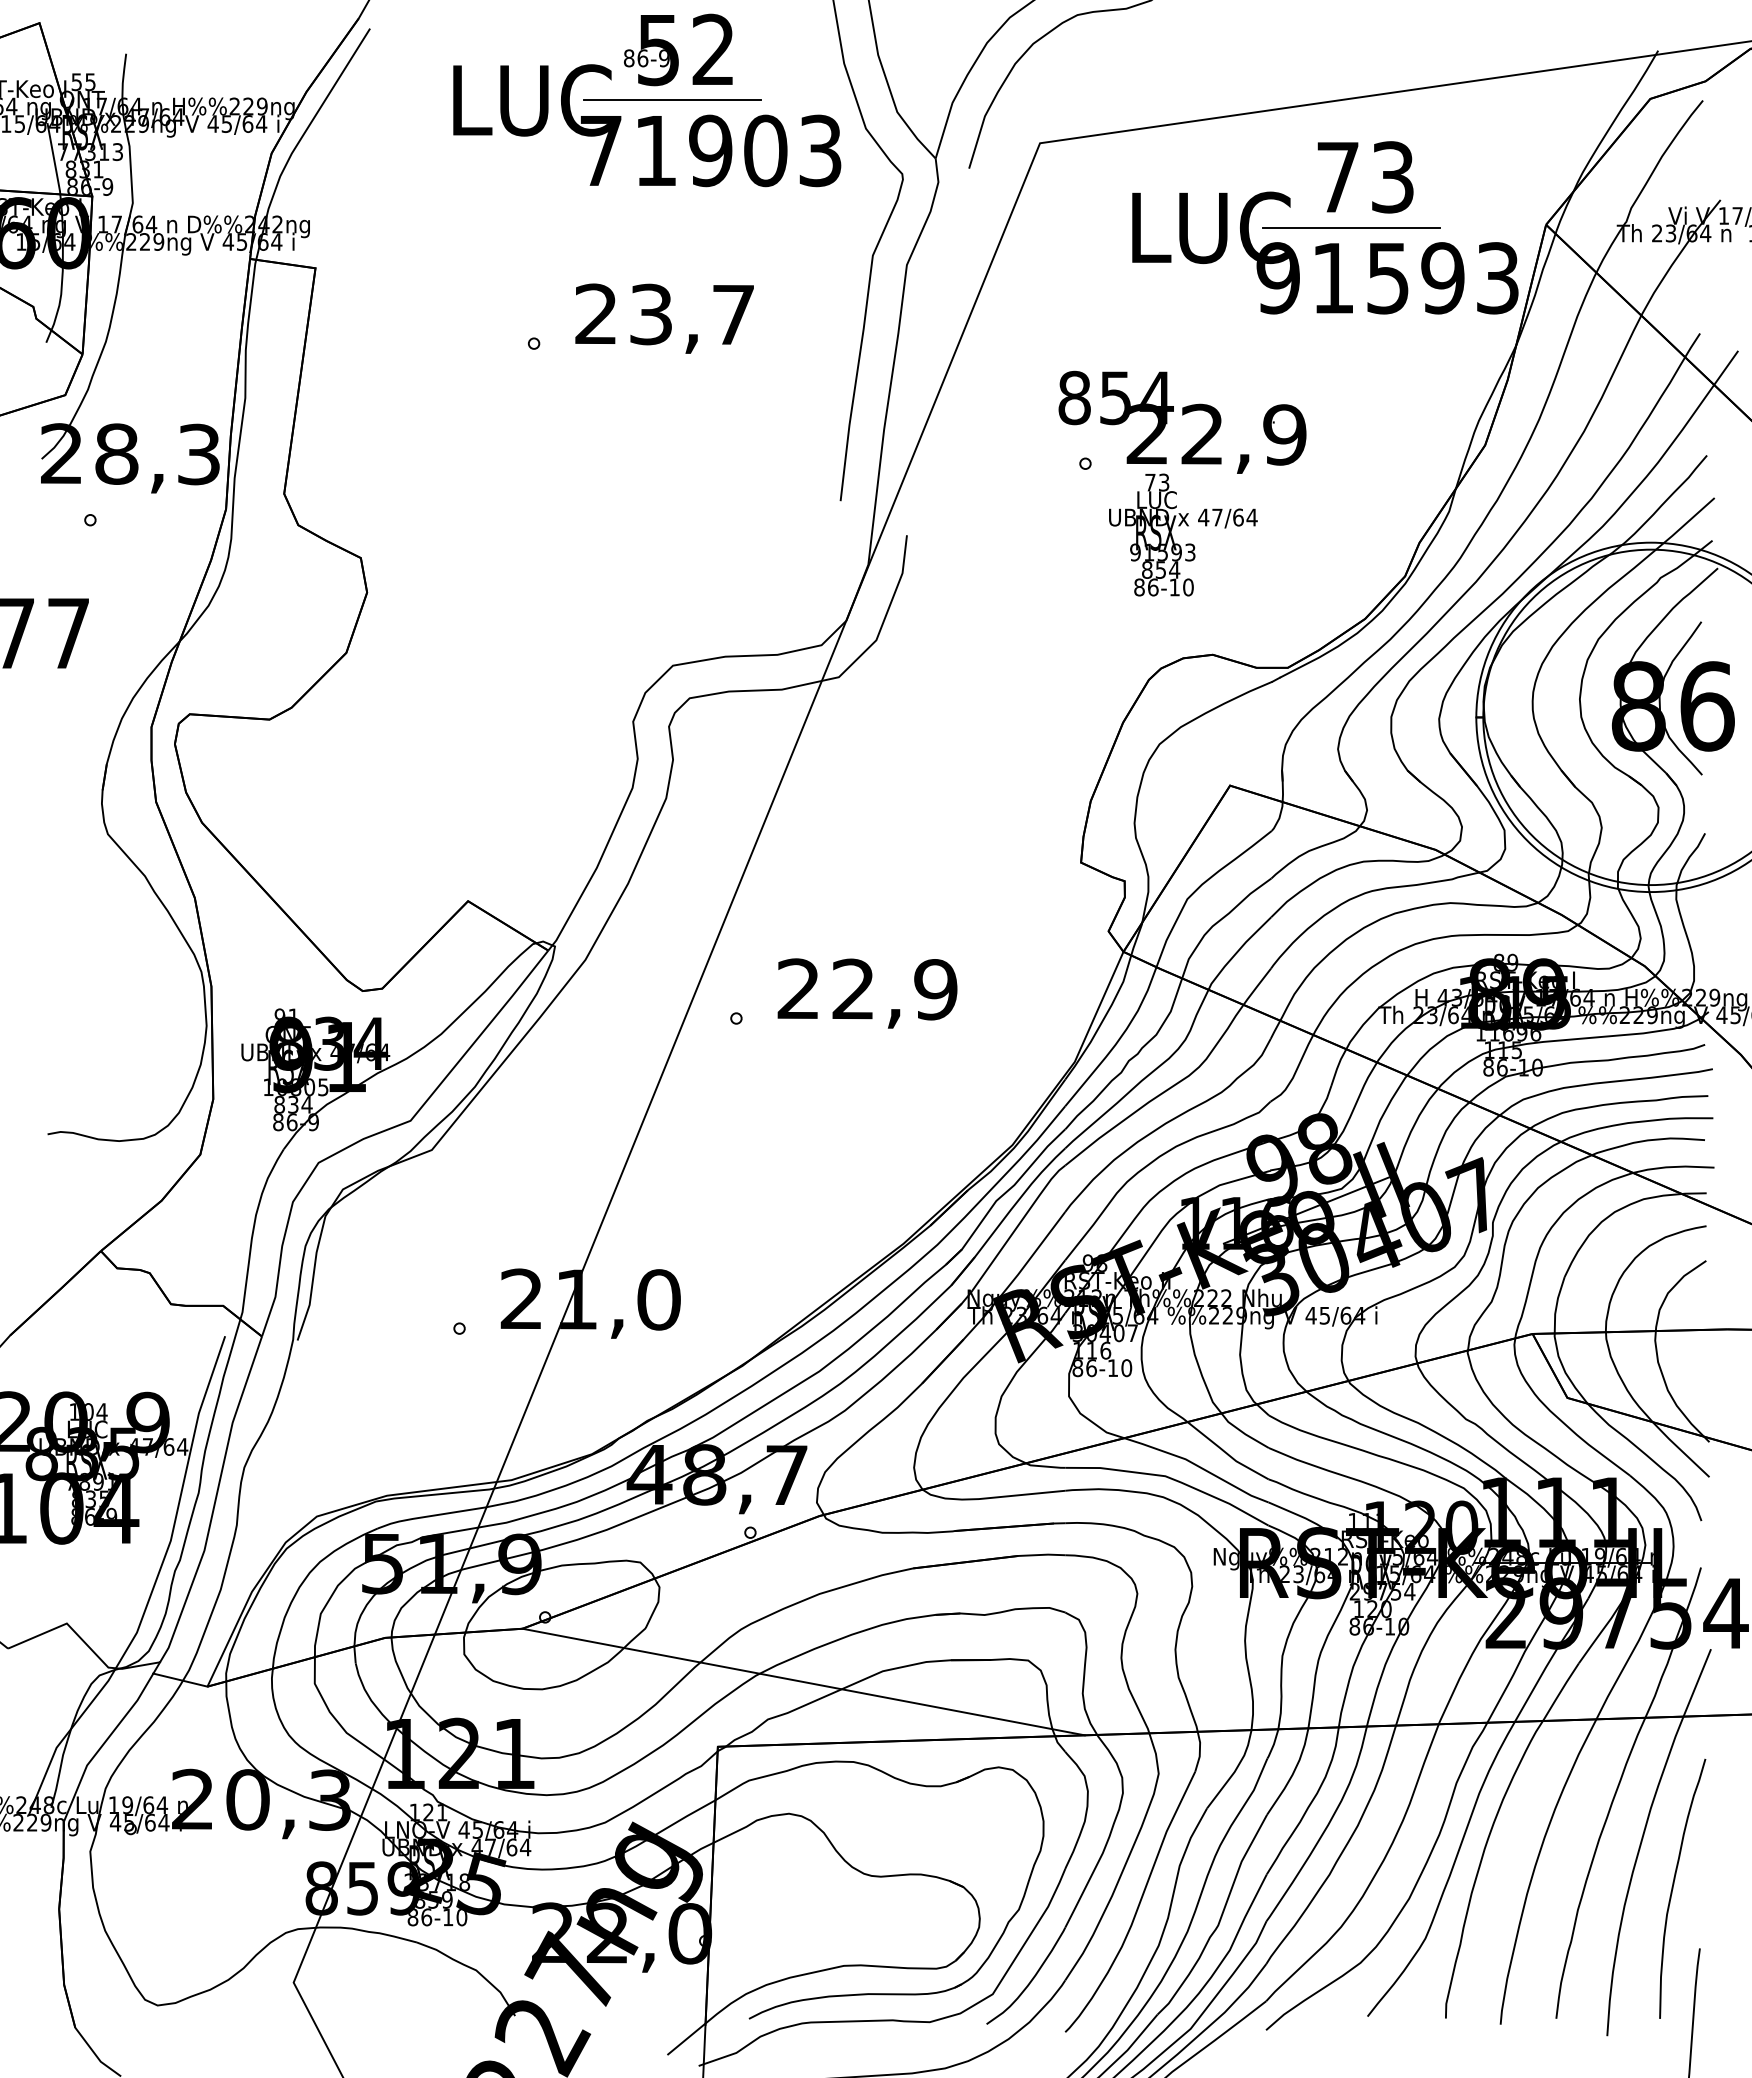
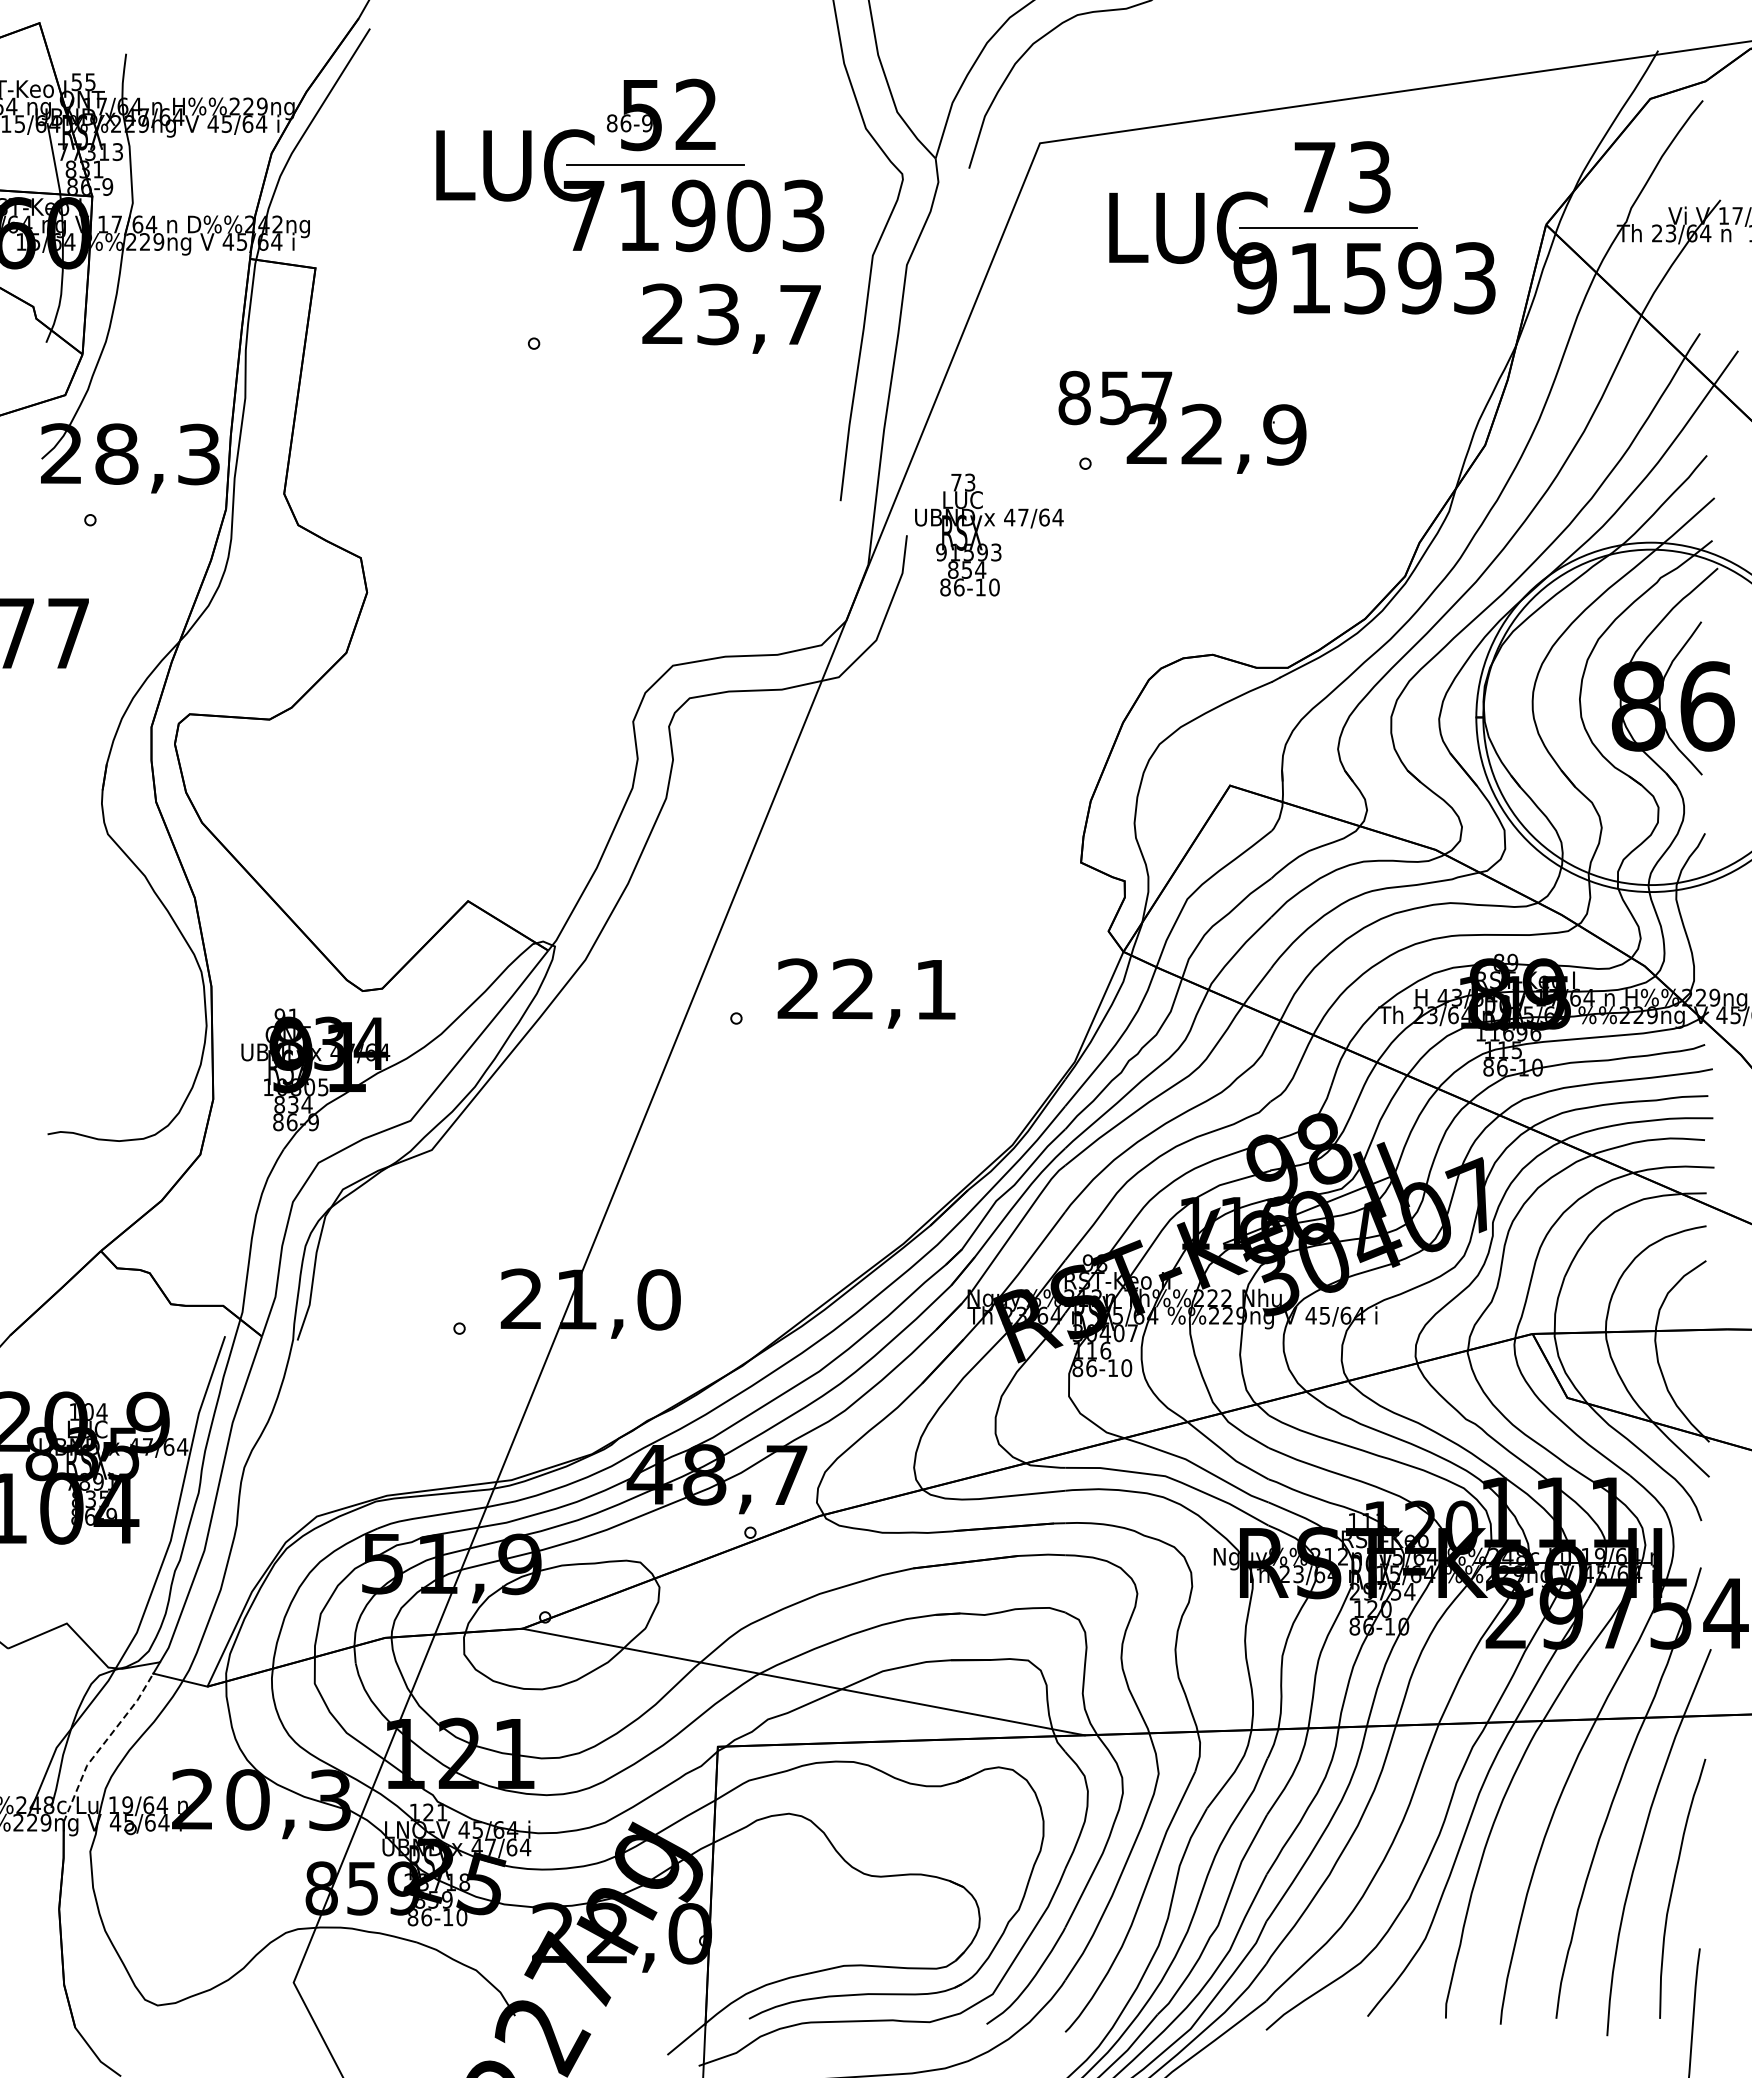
part at (647, 100) position: (647, 100) -> (630, 165)
part at (1325, 227) position: (1325, 227) -> (1302, 227)
text at (664, 318) position: (664, 318) -> (731, 318)
text at (1156, 397): 854 -> 857
text at (1183, 534) position: (1183, 534) -> (989, 534)
text at (935, 989): 22,9 -> 22,1
line at (103, 1744): solid -> dashed
